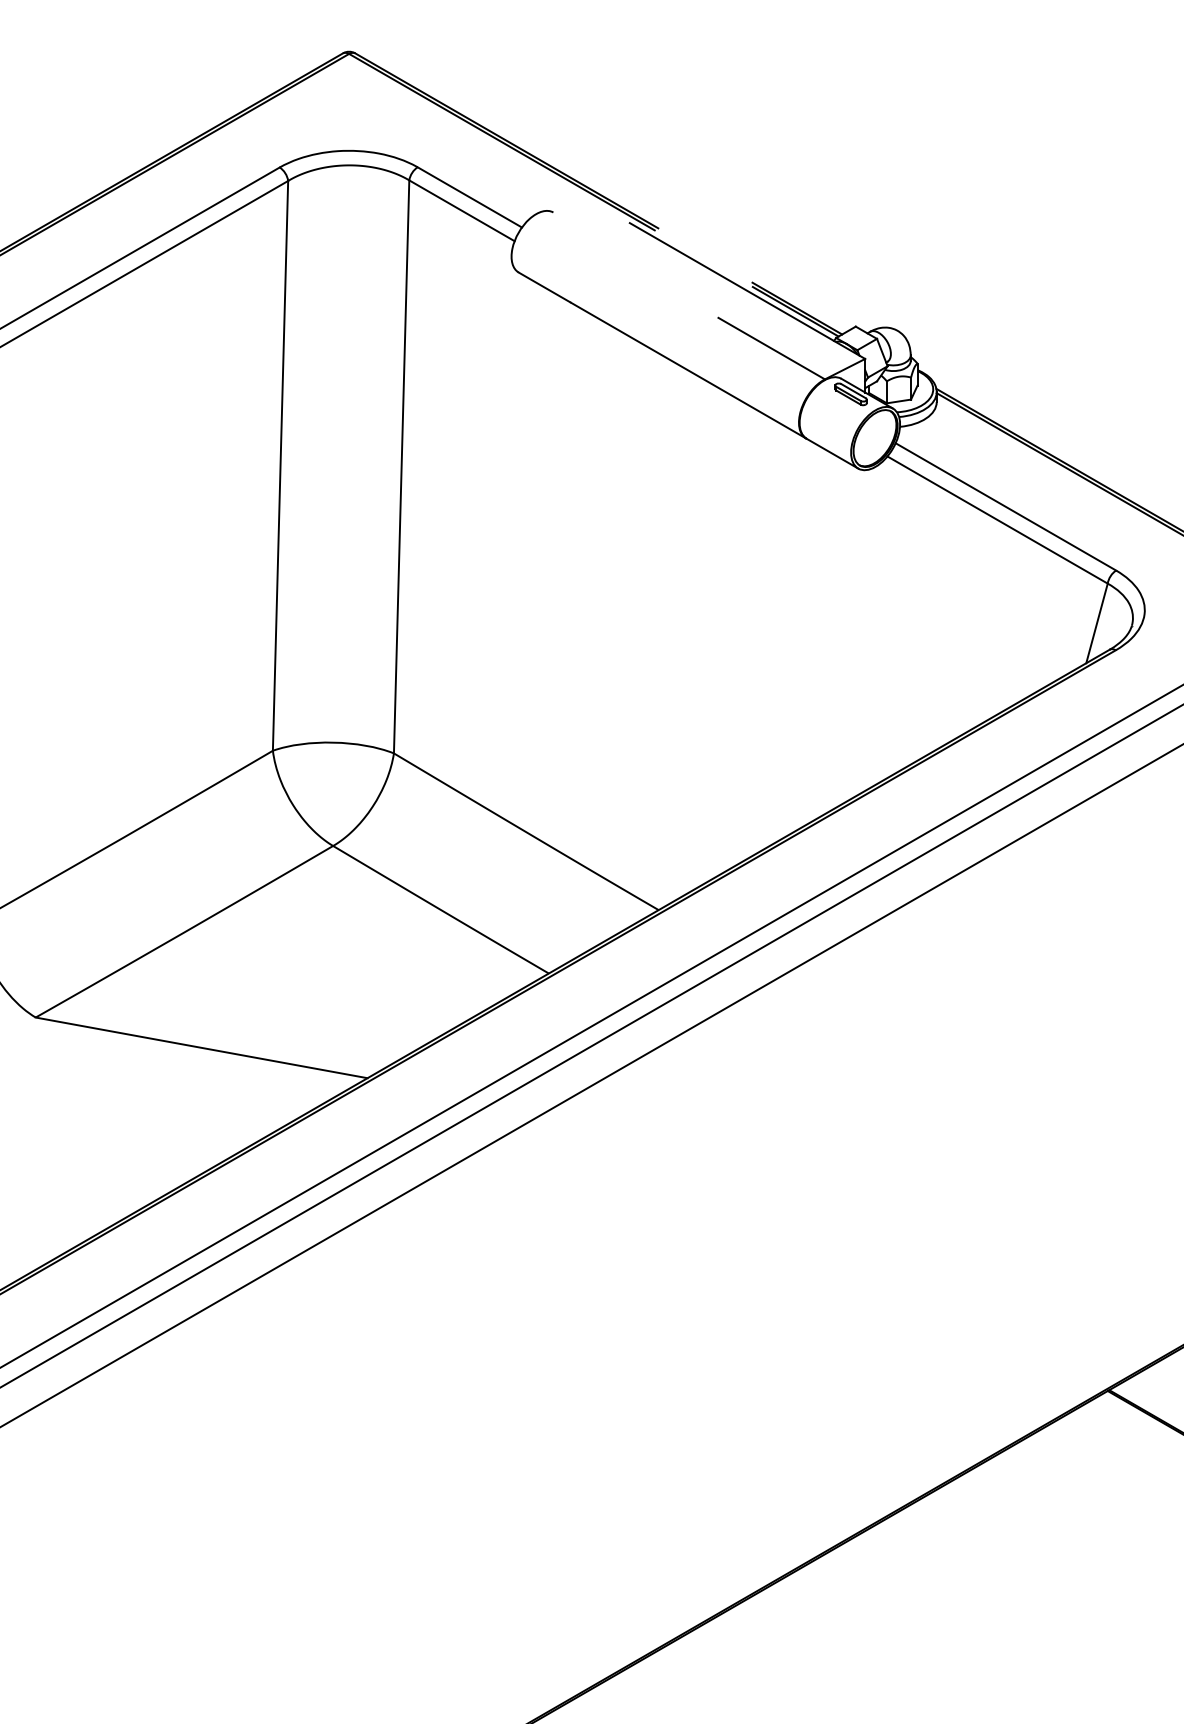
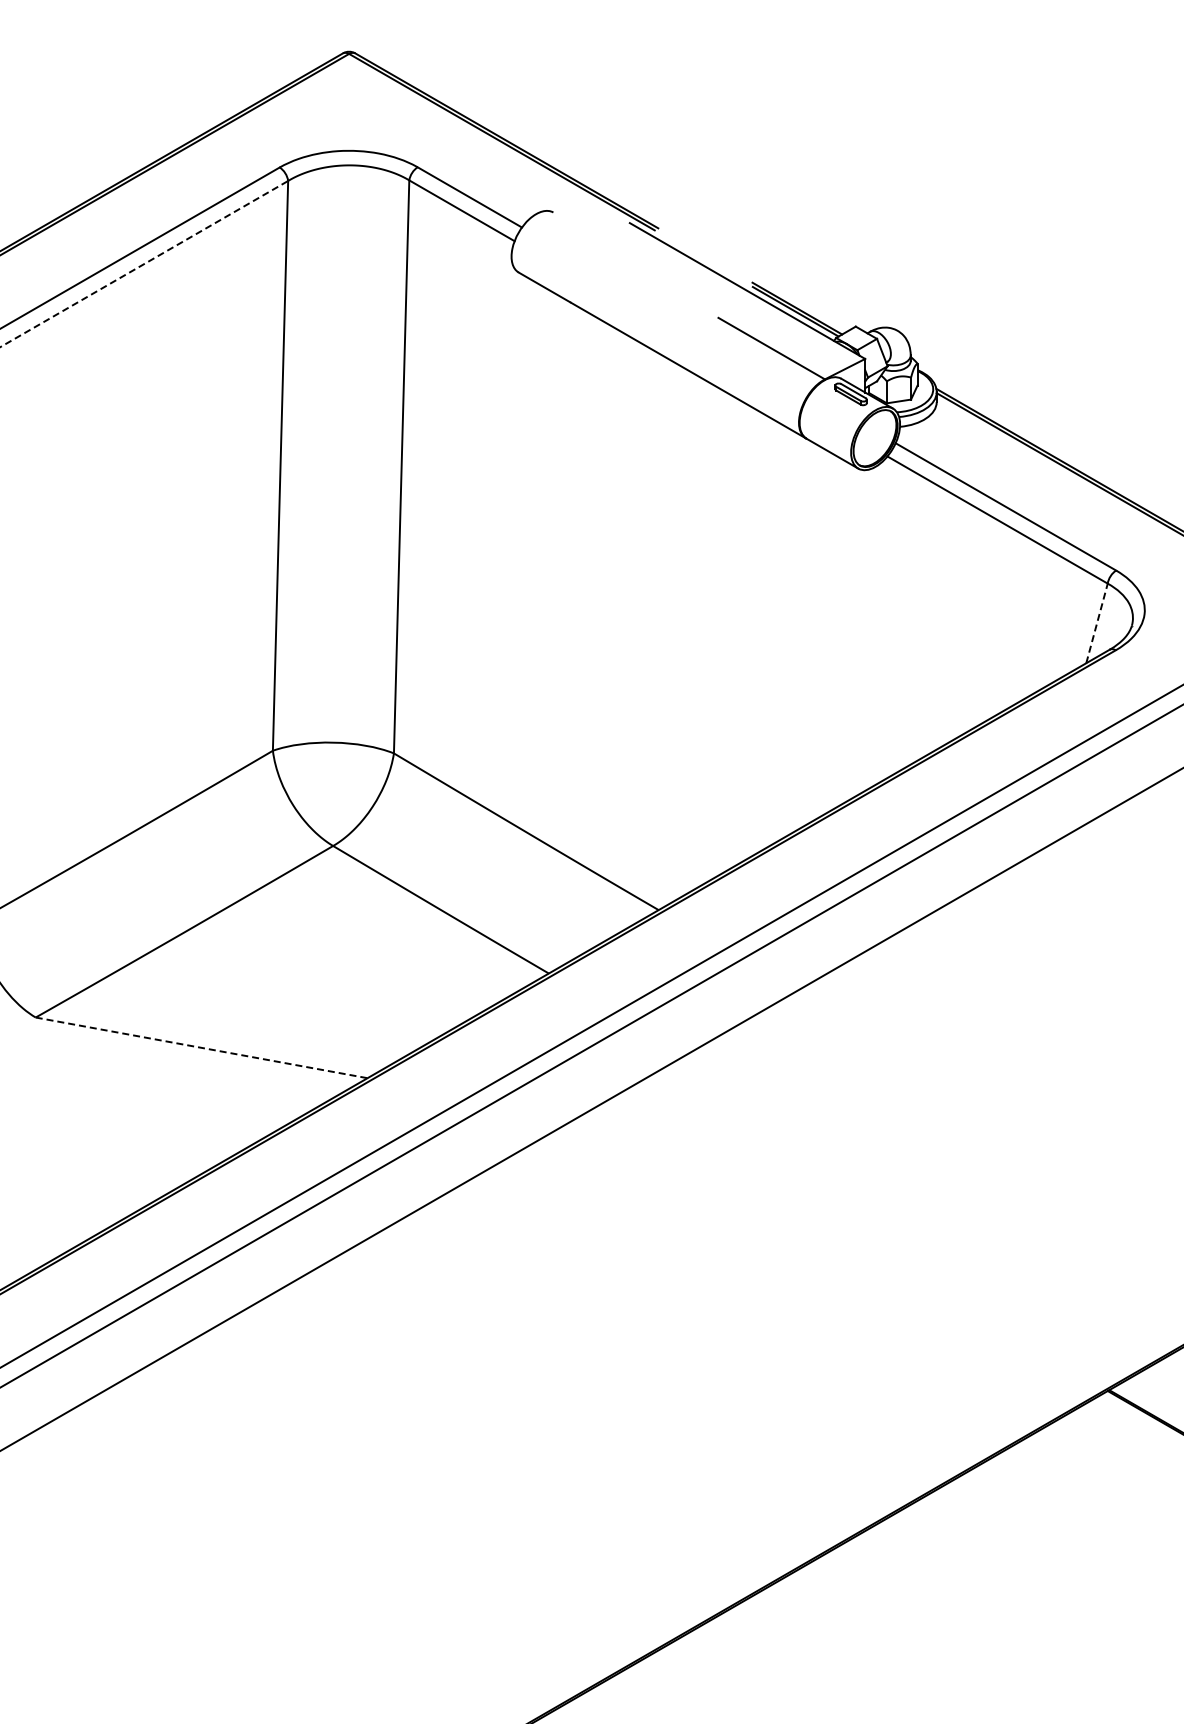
line at (144, 263): solid -> dashed
line at (1097, 622): solid -> dashed
line at (201, 1047): solid -> dashed
line at (591, 1085) position: (591, 1085) -> (591, 1109)
